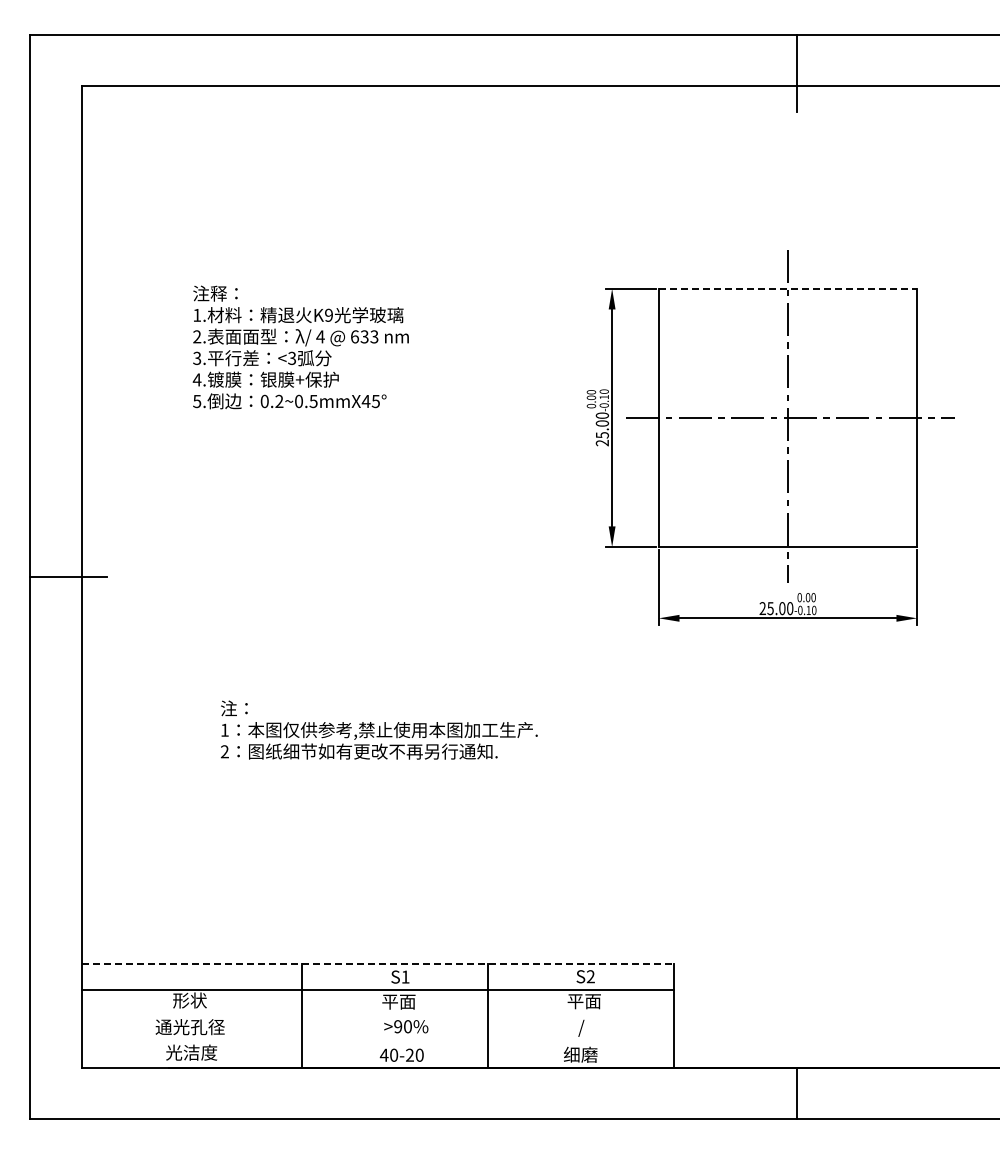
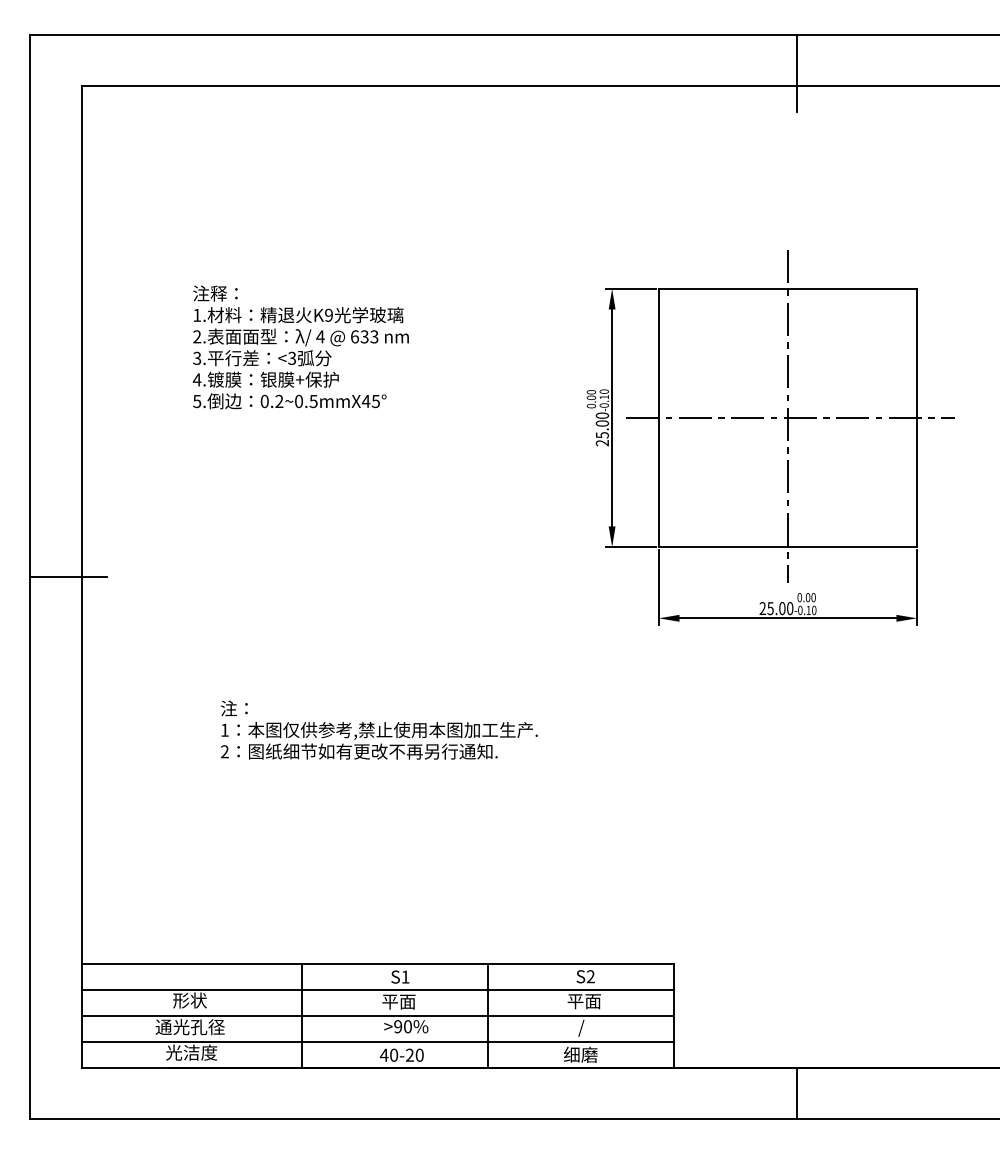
line at (788, 288): dashed -> solid
line at (378, 964): dashed -> solid
line at (377, 1016): none -> present
line at (377, 1041): none -> present
